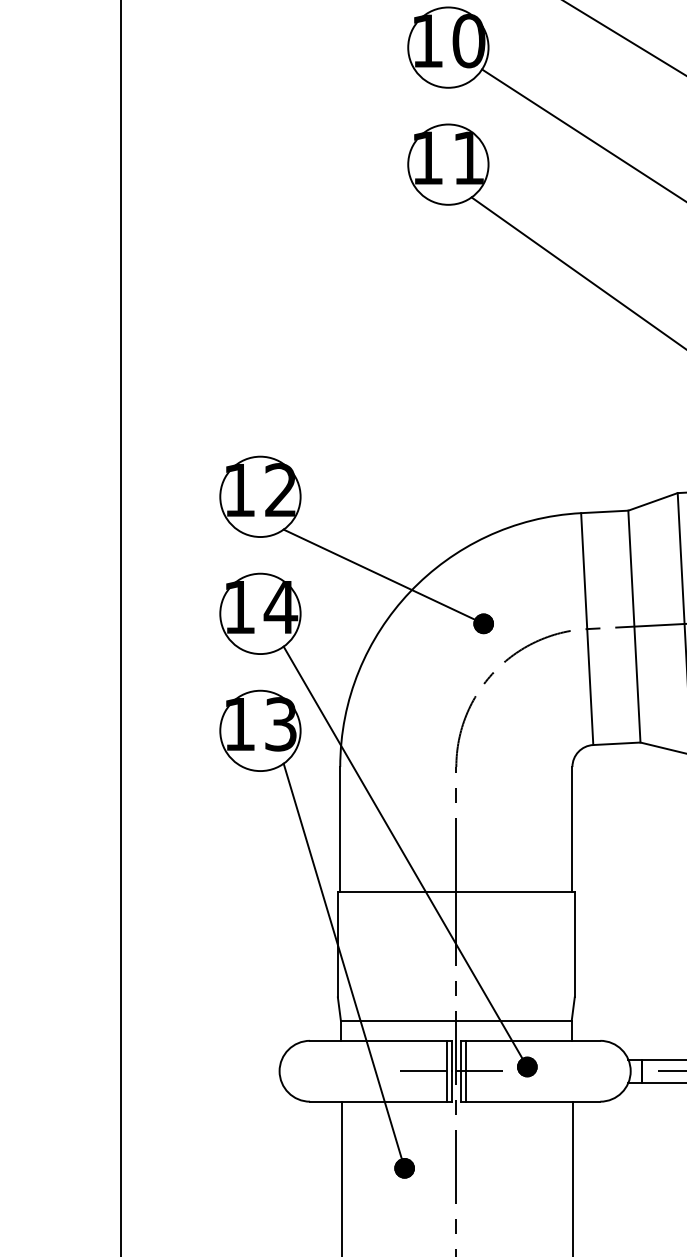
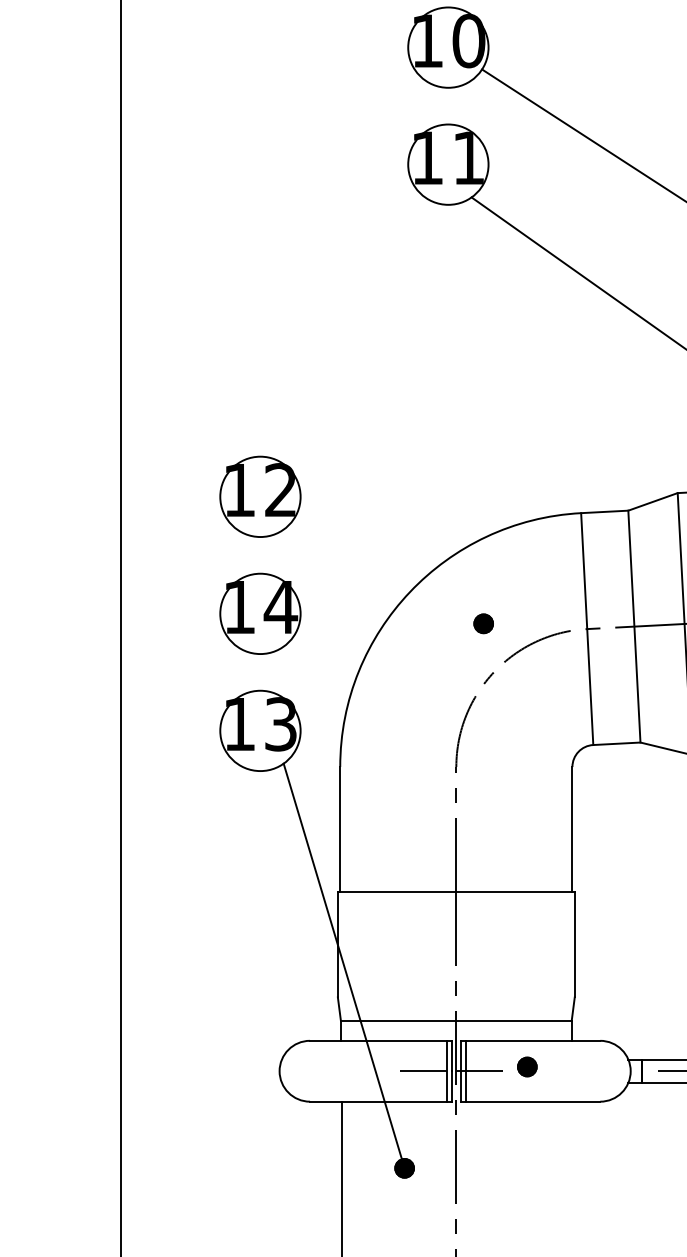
line at (624, 38): present -> none
line at (383, 576): present -> none
line at (405, 856): present -> none
line at (572, 1177): present -> none
